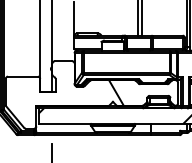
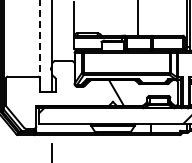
line at (141, 18): present -> none
line at (40, 45): solid -> dashed
